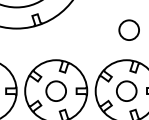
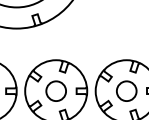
circle at (128, 29): present -> none
